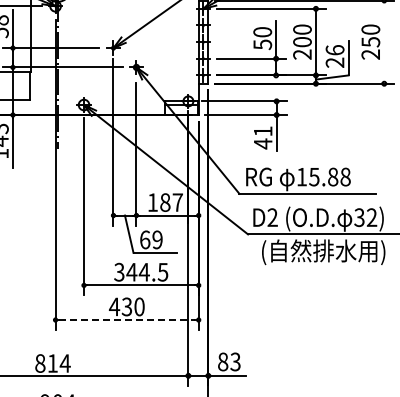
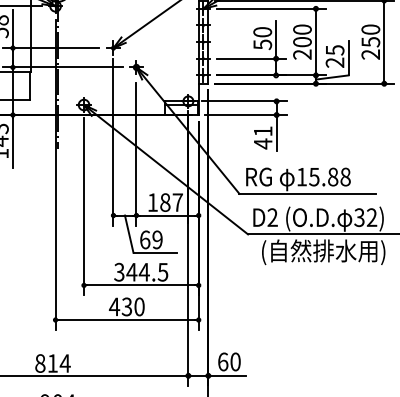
line at (384, 42): none -> present
text at (334, 50): 26 -> 25
line at (127, 320): dashed -> solid
text at (229, 361): 83 -> 60
